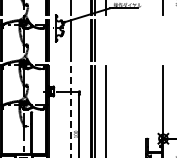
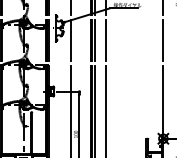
line at (105, 40): none -> present
line at (163, 40): none -> present
line at (70, 112): dashed -> solid
